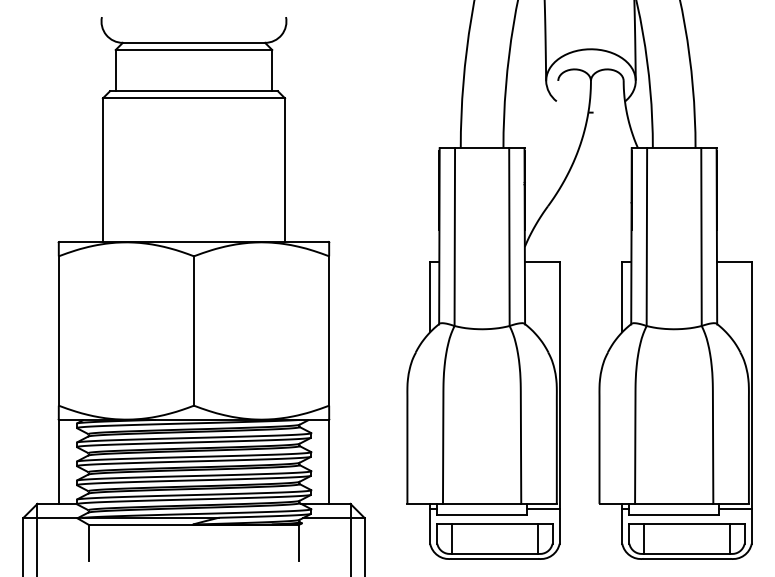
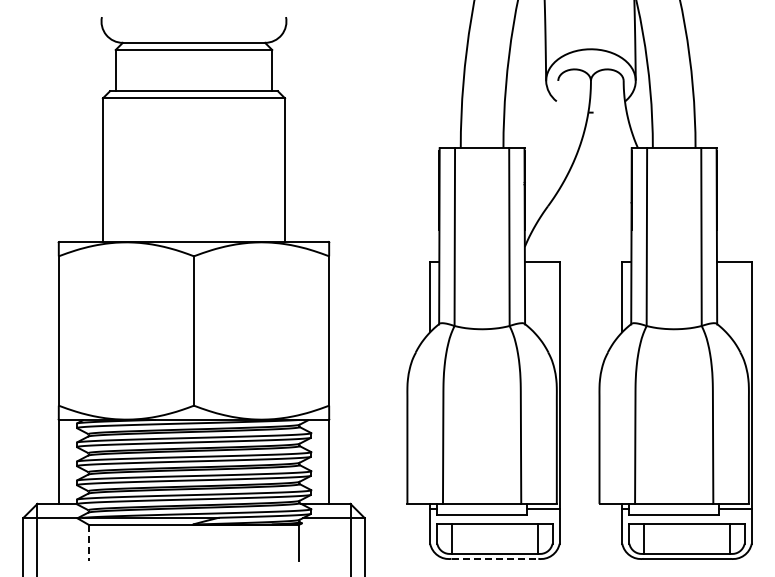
line at (89, 543): solid -> dashed
line at (495, 558): solid -> dashed
